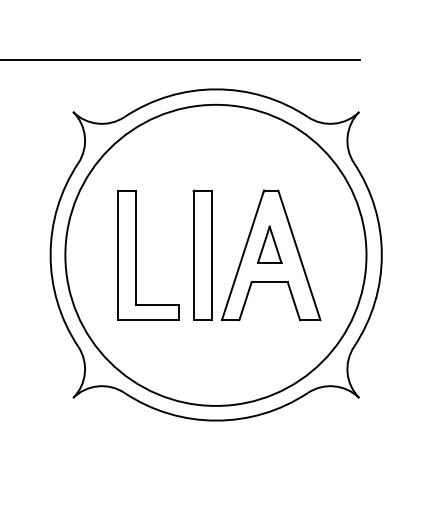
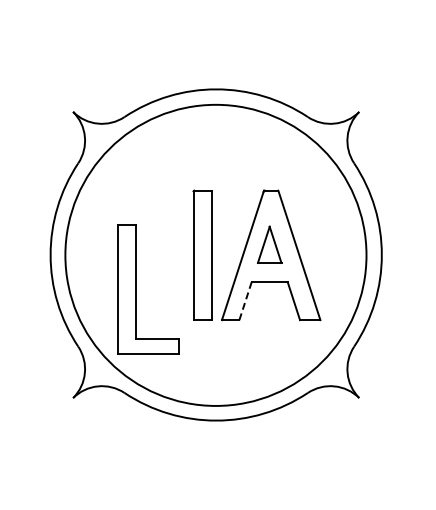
line at (181, 60): present -> none
part at (136, 255) position: (136, 255) -> (136, 289)
line at (245, 301): solid -> dashed
